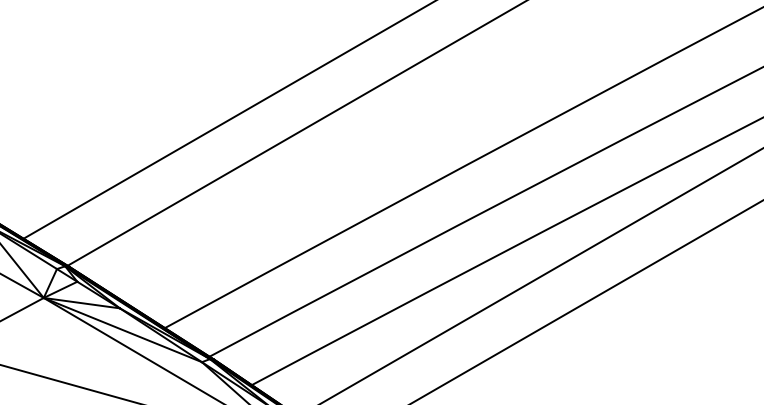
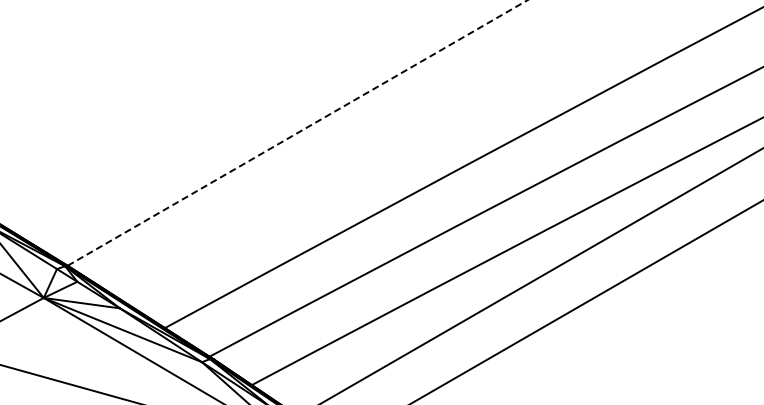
line at (228, 120): present -> none
line at (298, 132): solid -> dashed
